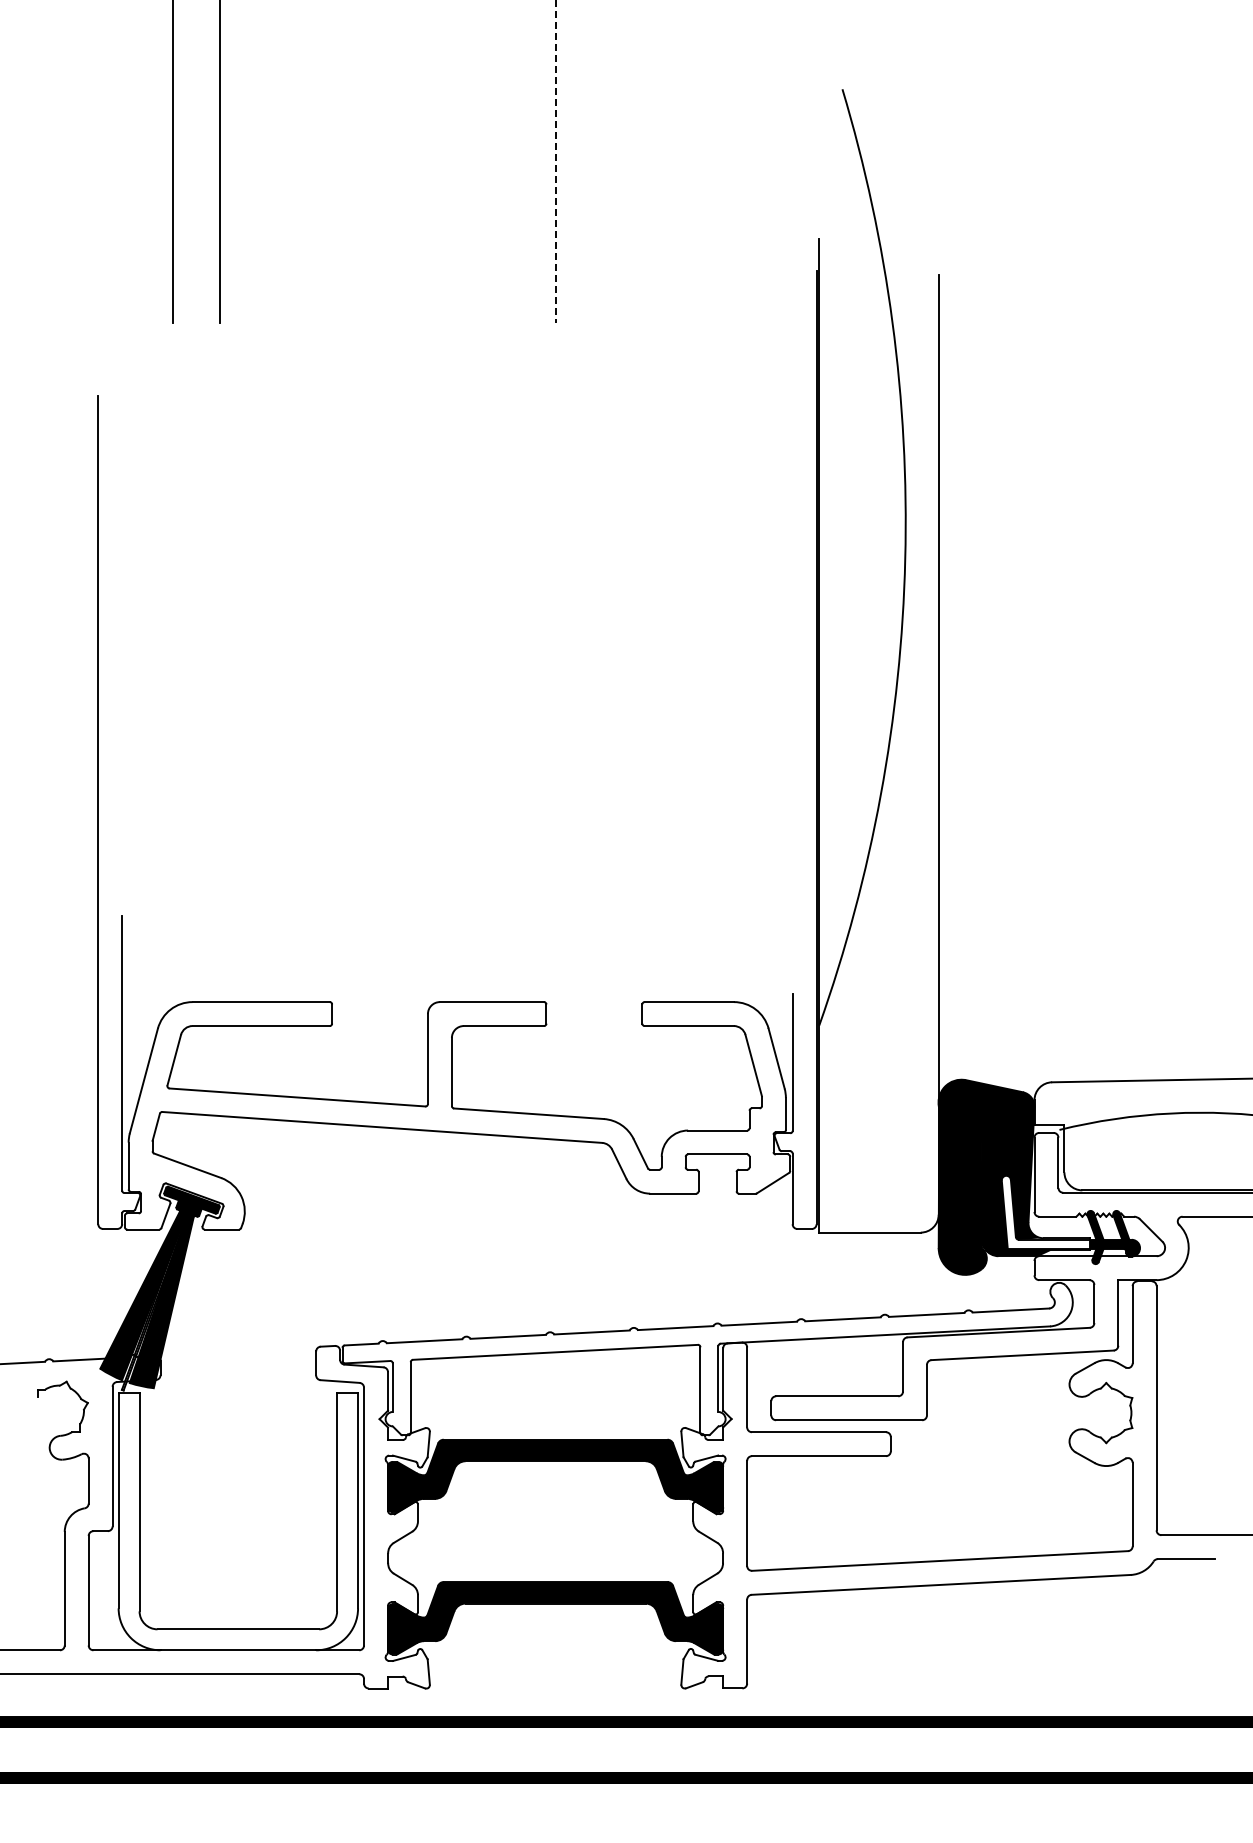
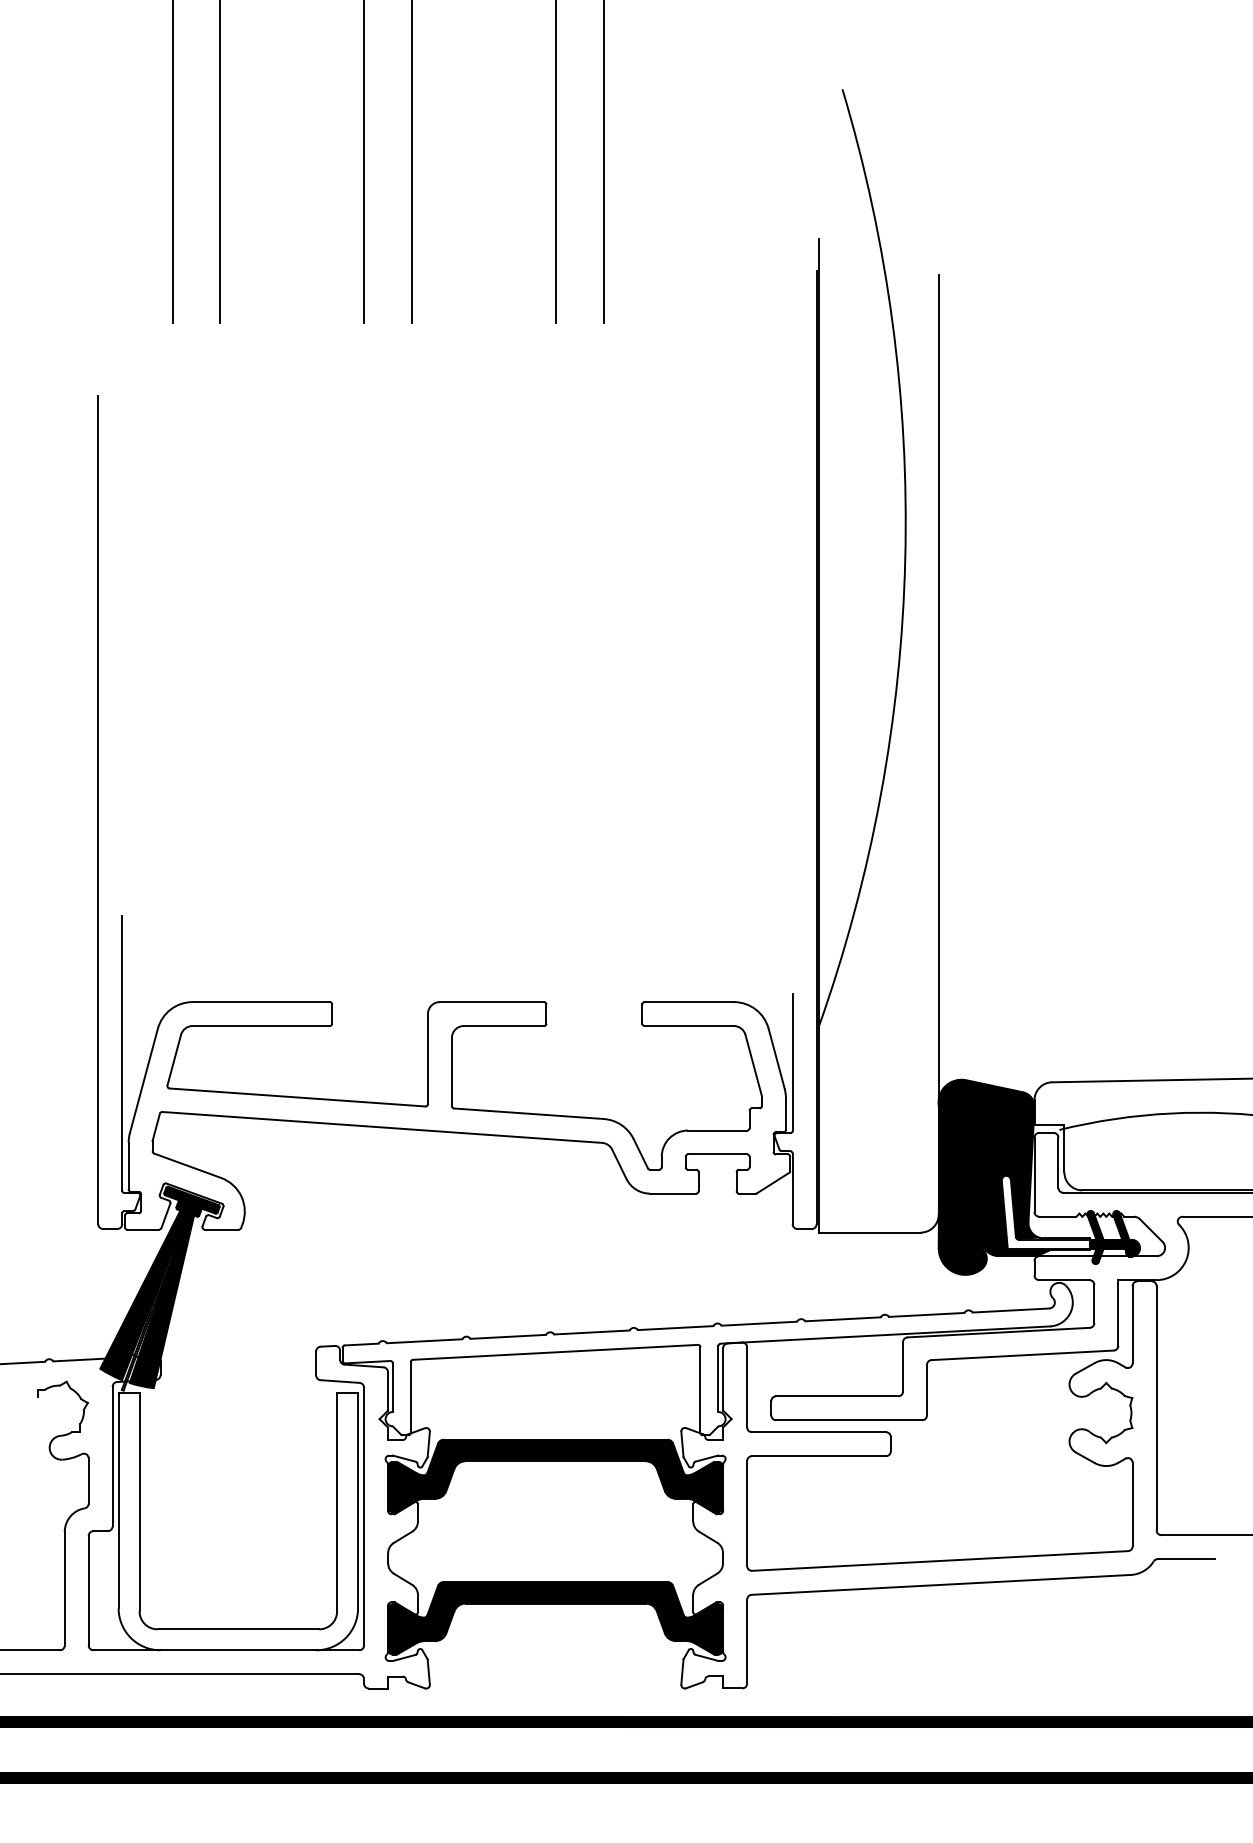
line at (555, 161): dashed -> solid
line at (364, 162): none -> present
line at (411, 162): none -> present
line at (603, 162): none -> present
